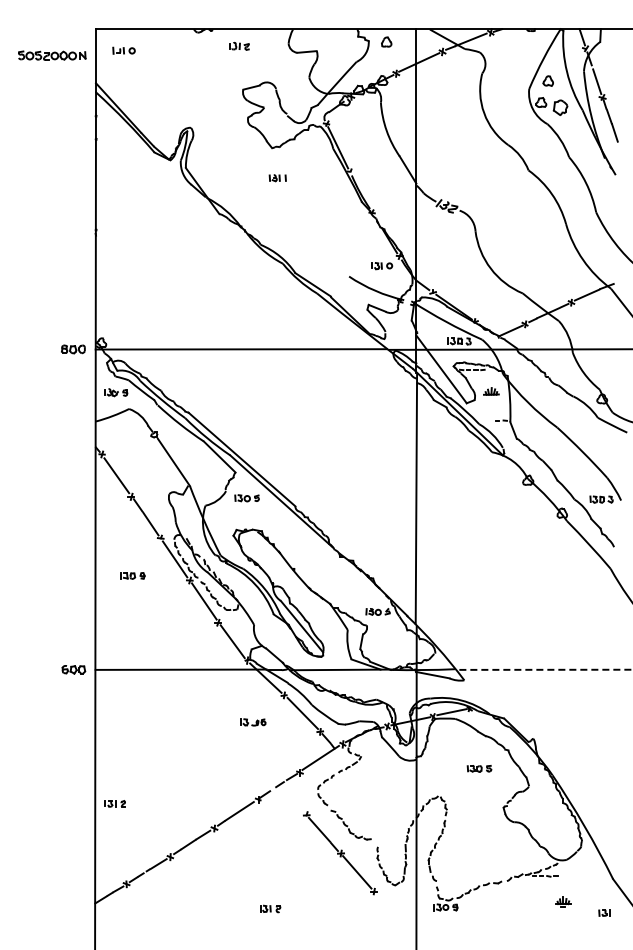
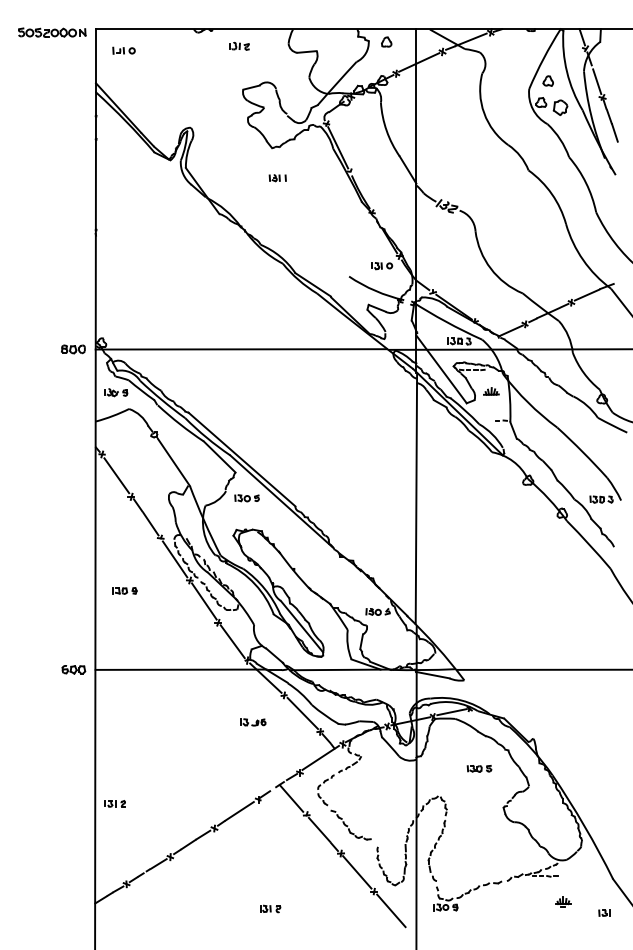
part at (52, 55) position: (52, 55) -> (52, 32)
part at (132, 575) position: (132, 575) -> (124, 590)
line at (544, 669): dashed -> solid
line at (291, 798): none -> present
line at (391, 910): none -> present
